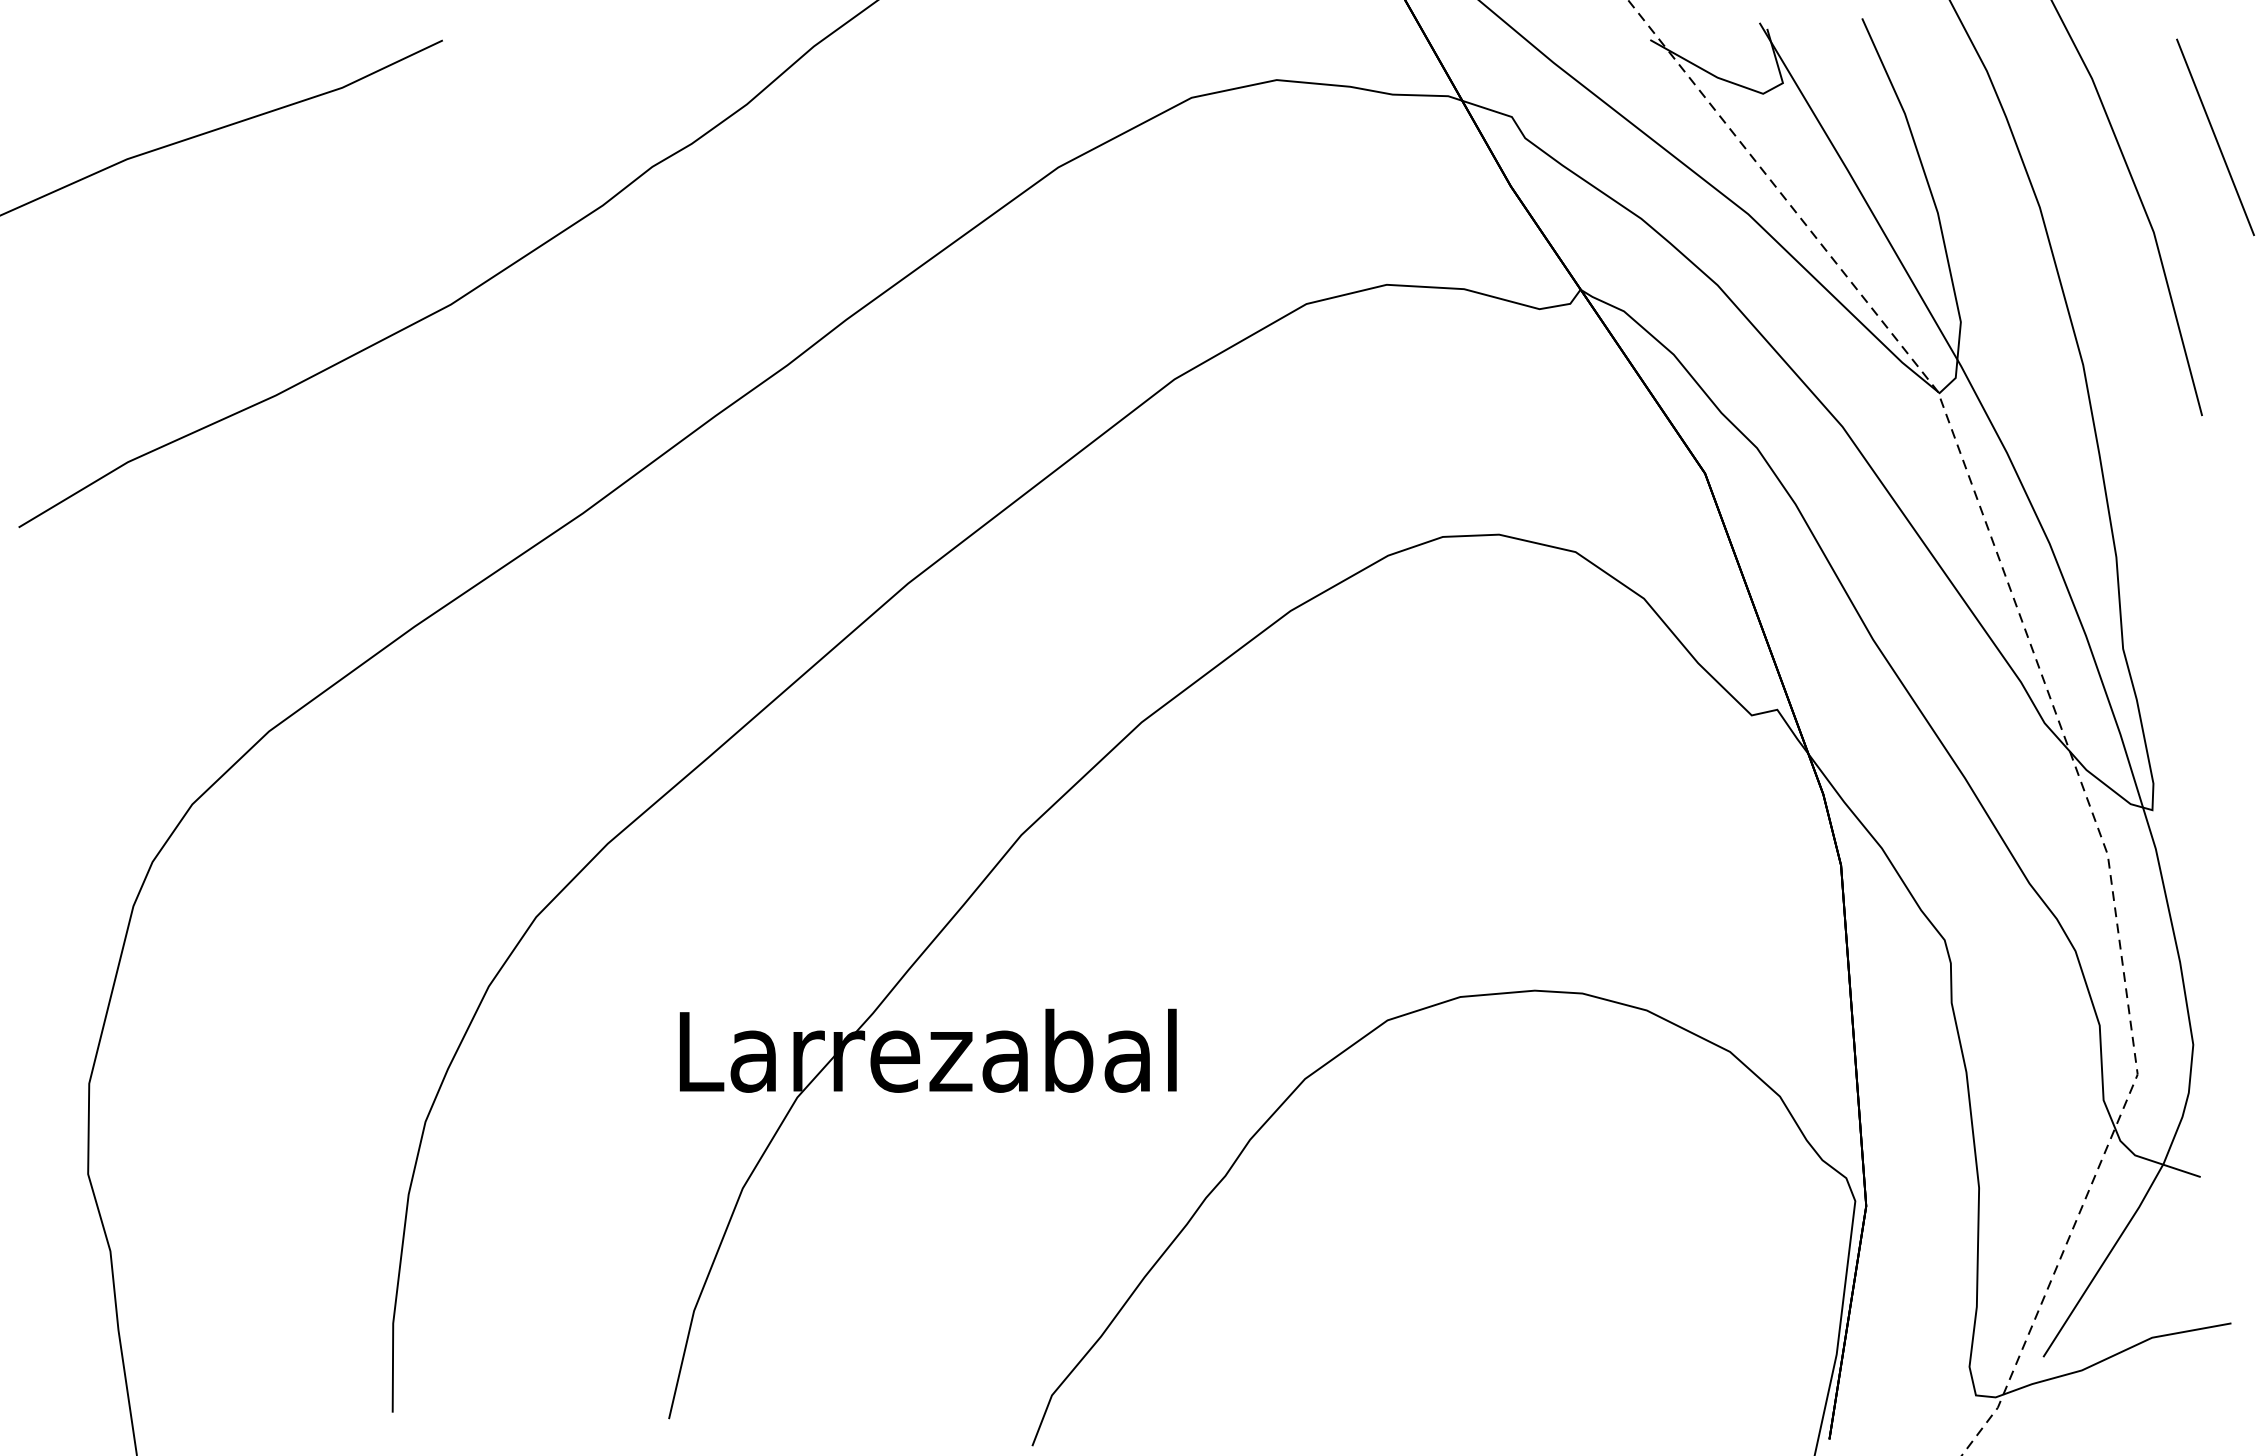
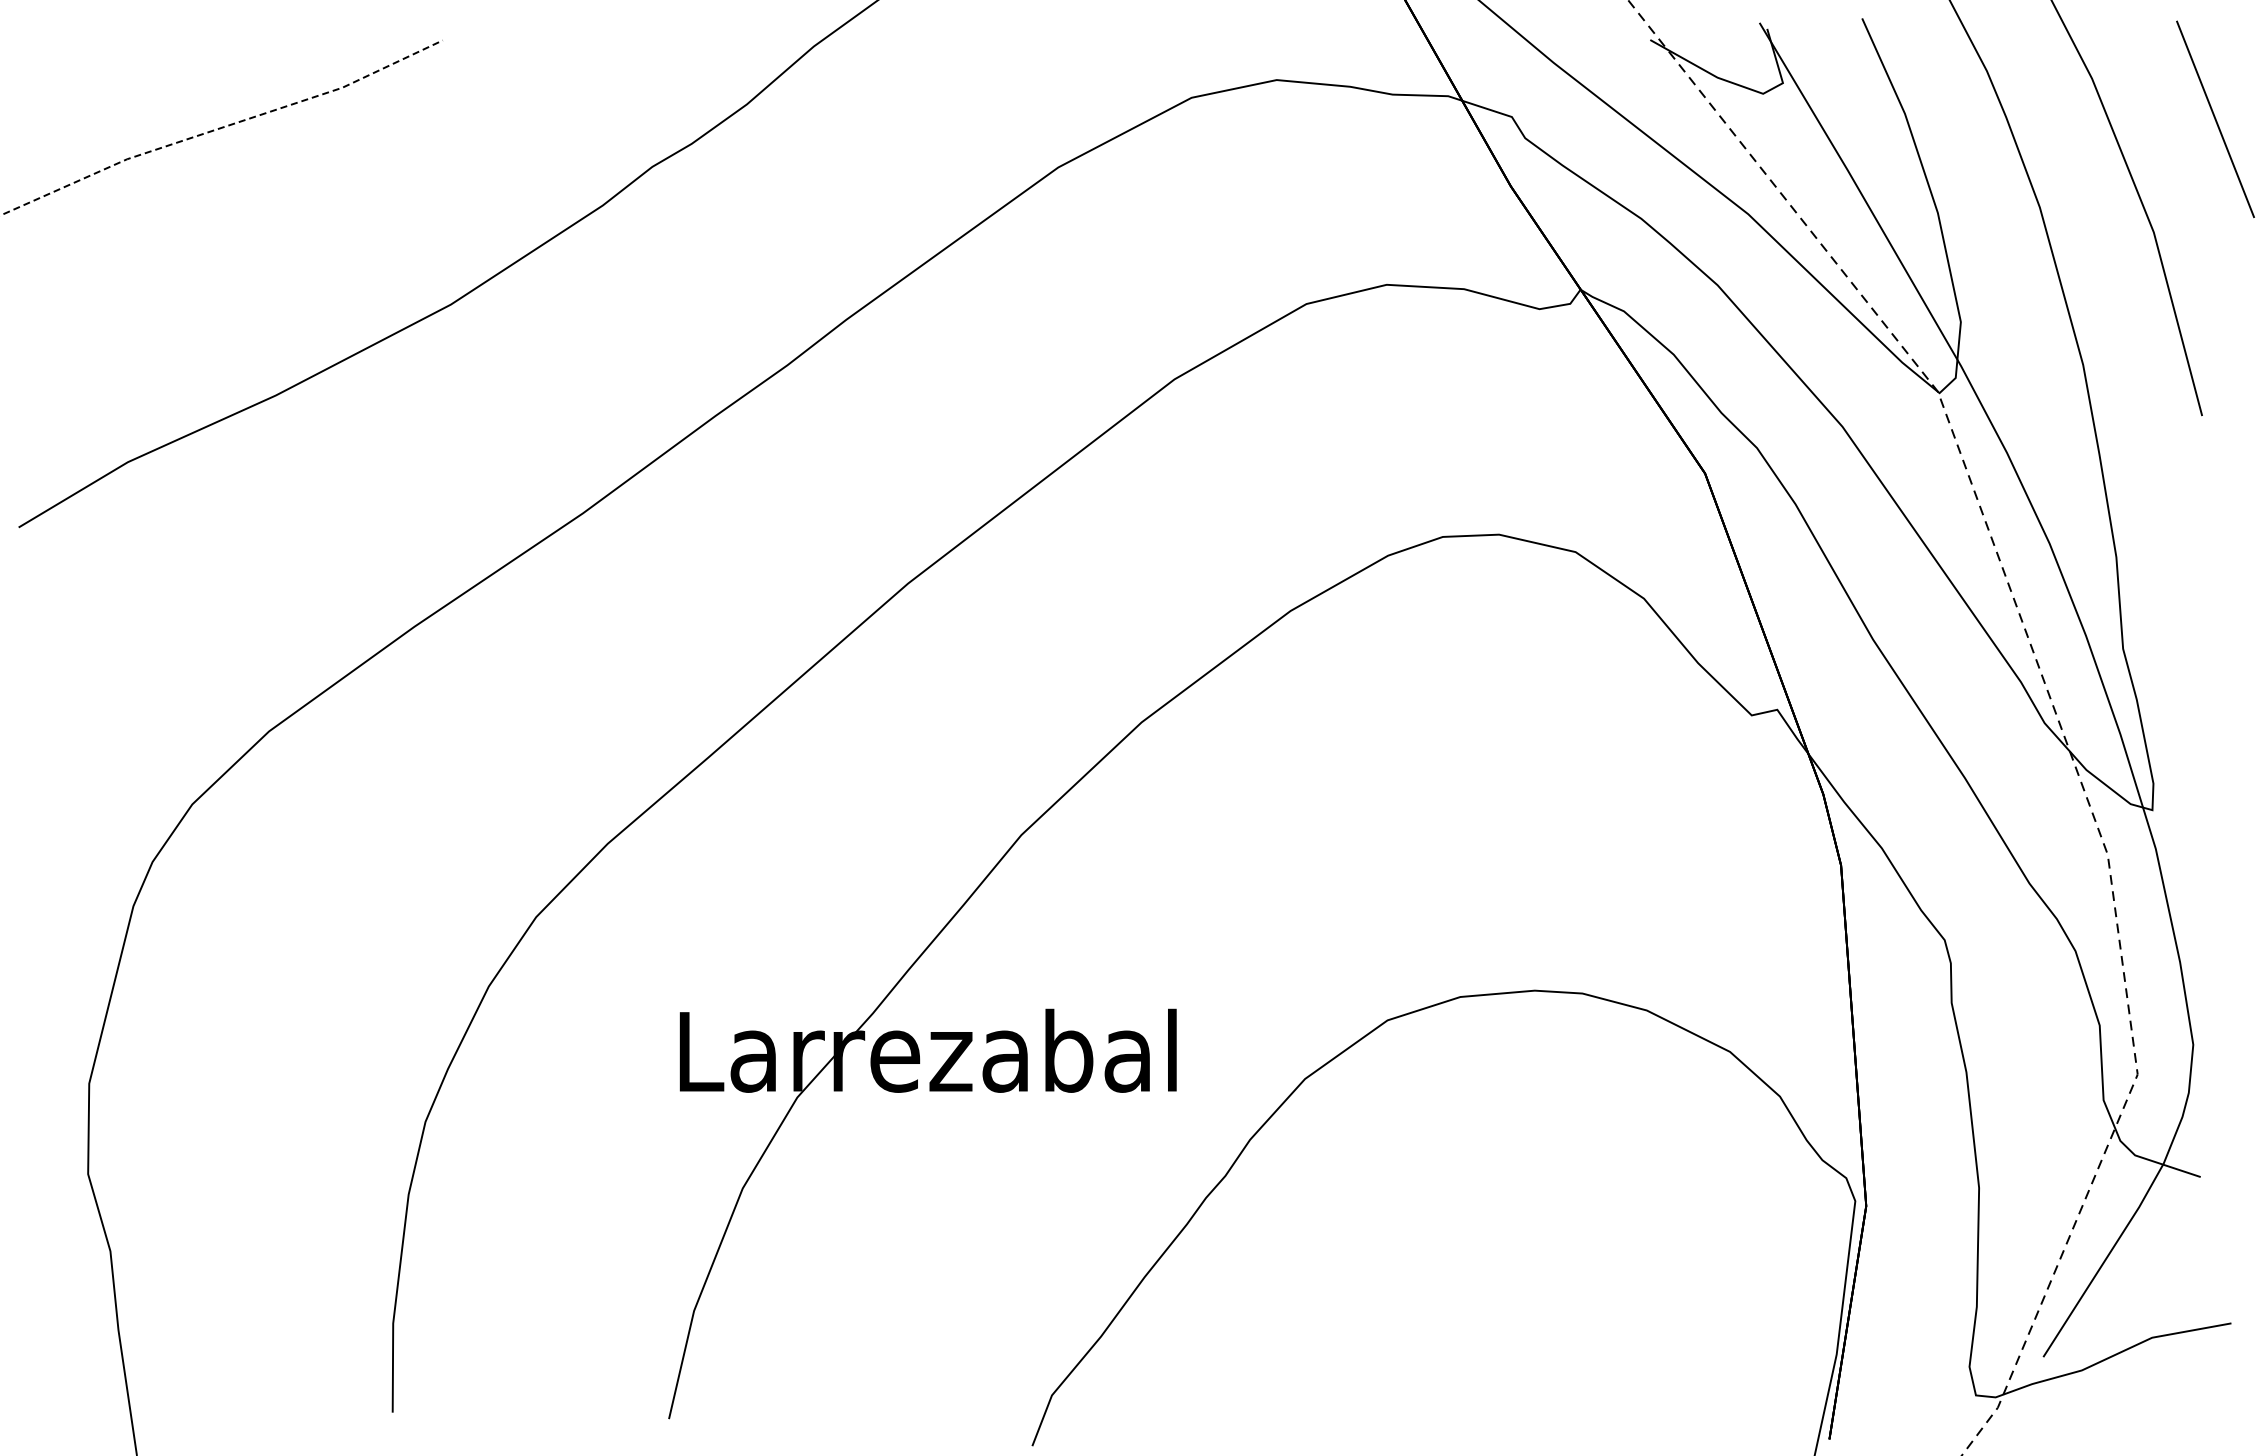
line at (221, 127): solid -> dashed
line at (2215, 137) position: (2215, 137) -> (2215, 119)
